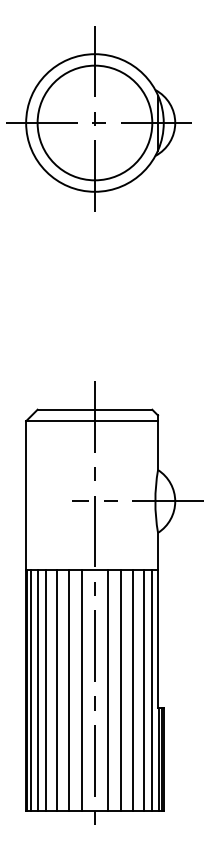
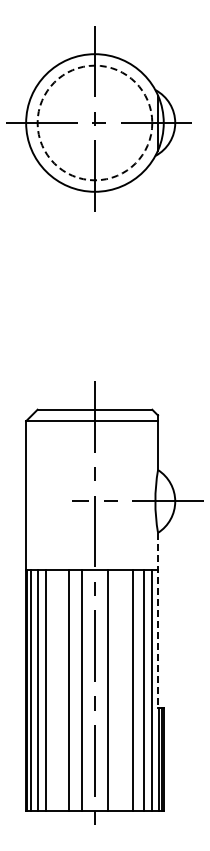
circle at (94, 122): solid -> dashed
line at (158, 620): solid -> dashed
line at (56, 690): present -> none
line at (121, 690): present -> none
